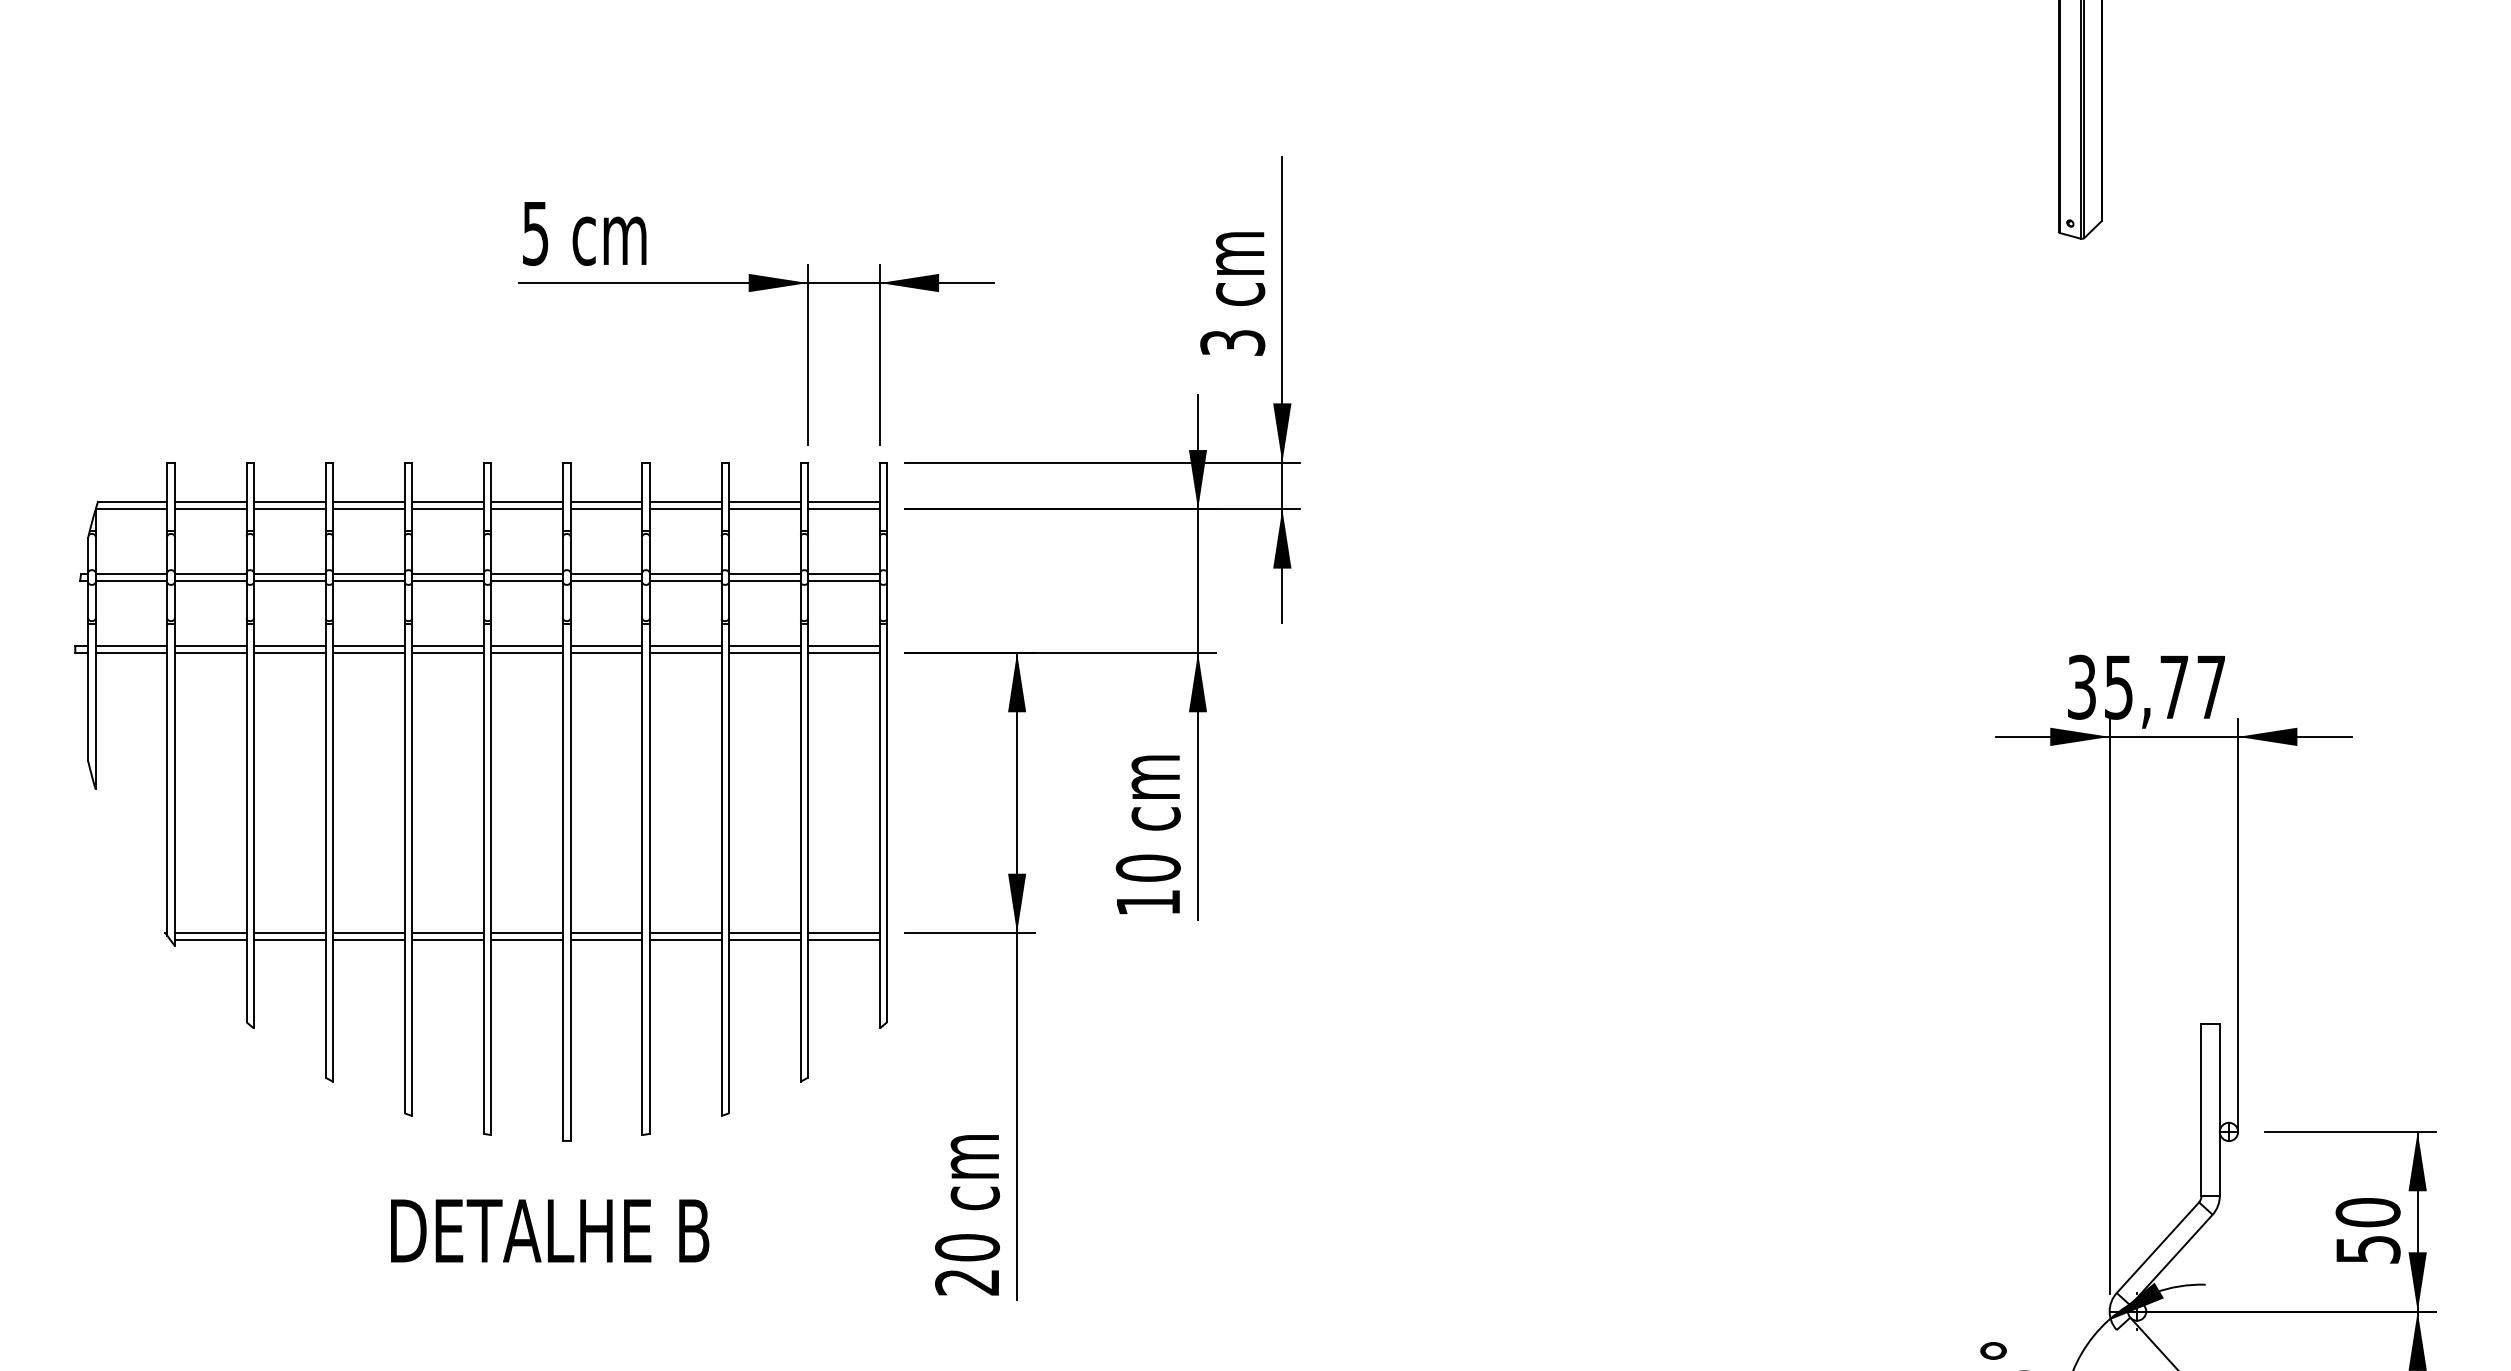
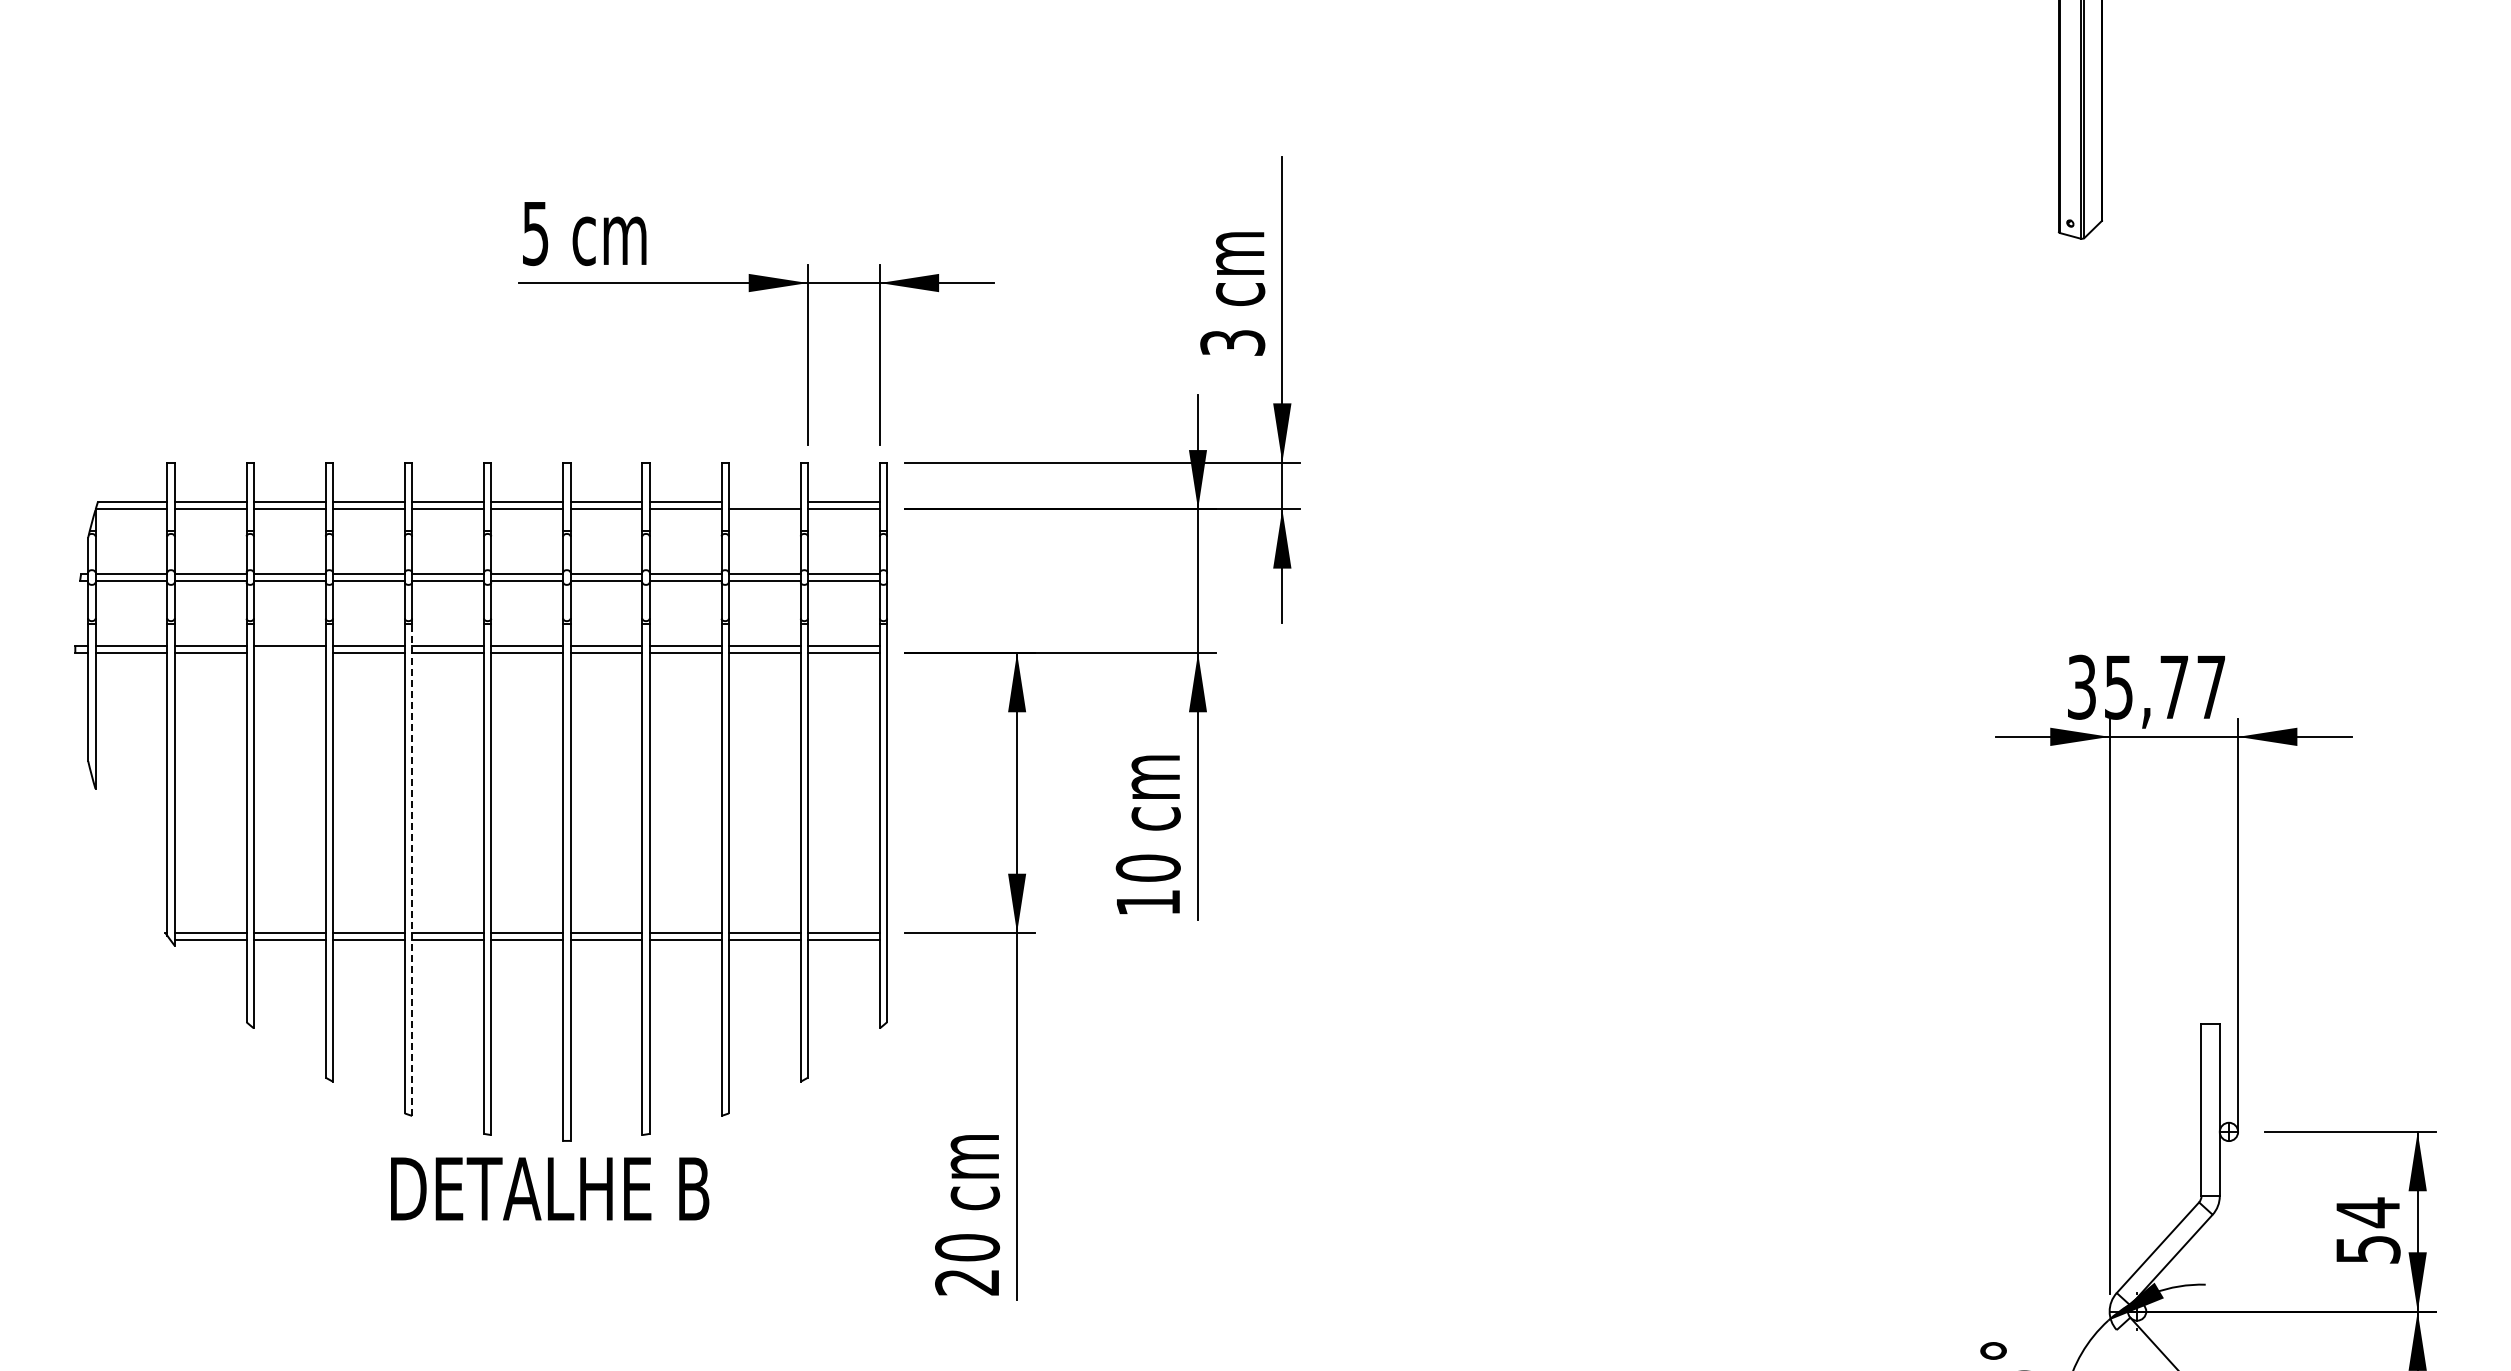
line at (764, 502): present -> none
line at (289, 653): present -> none
line at (412, 869): solid -> dashed
text at (2367, 1212): 50 -> 54
text at (550, 1230) position: (550, 1230) -> (550, 1188)
